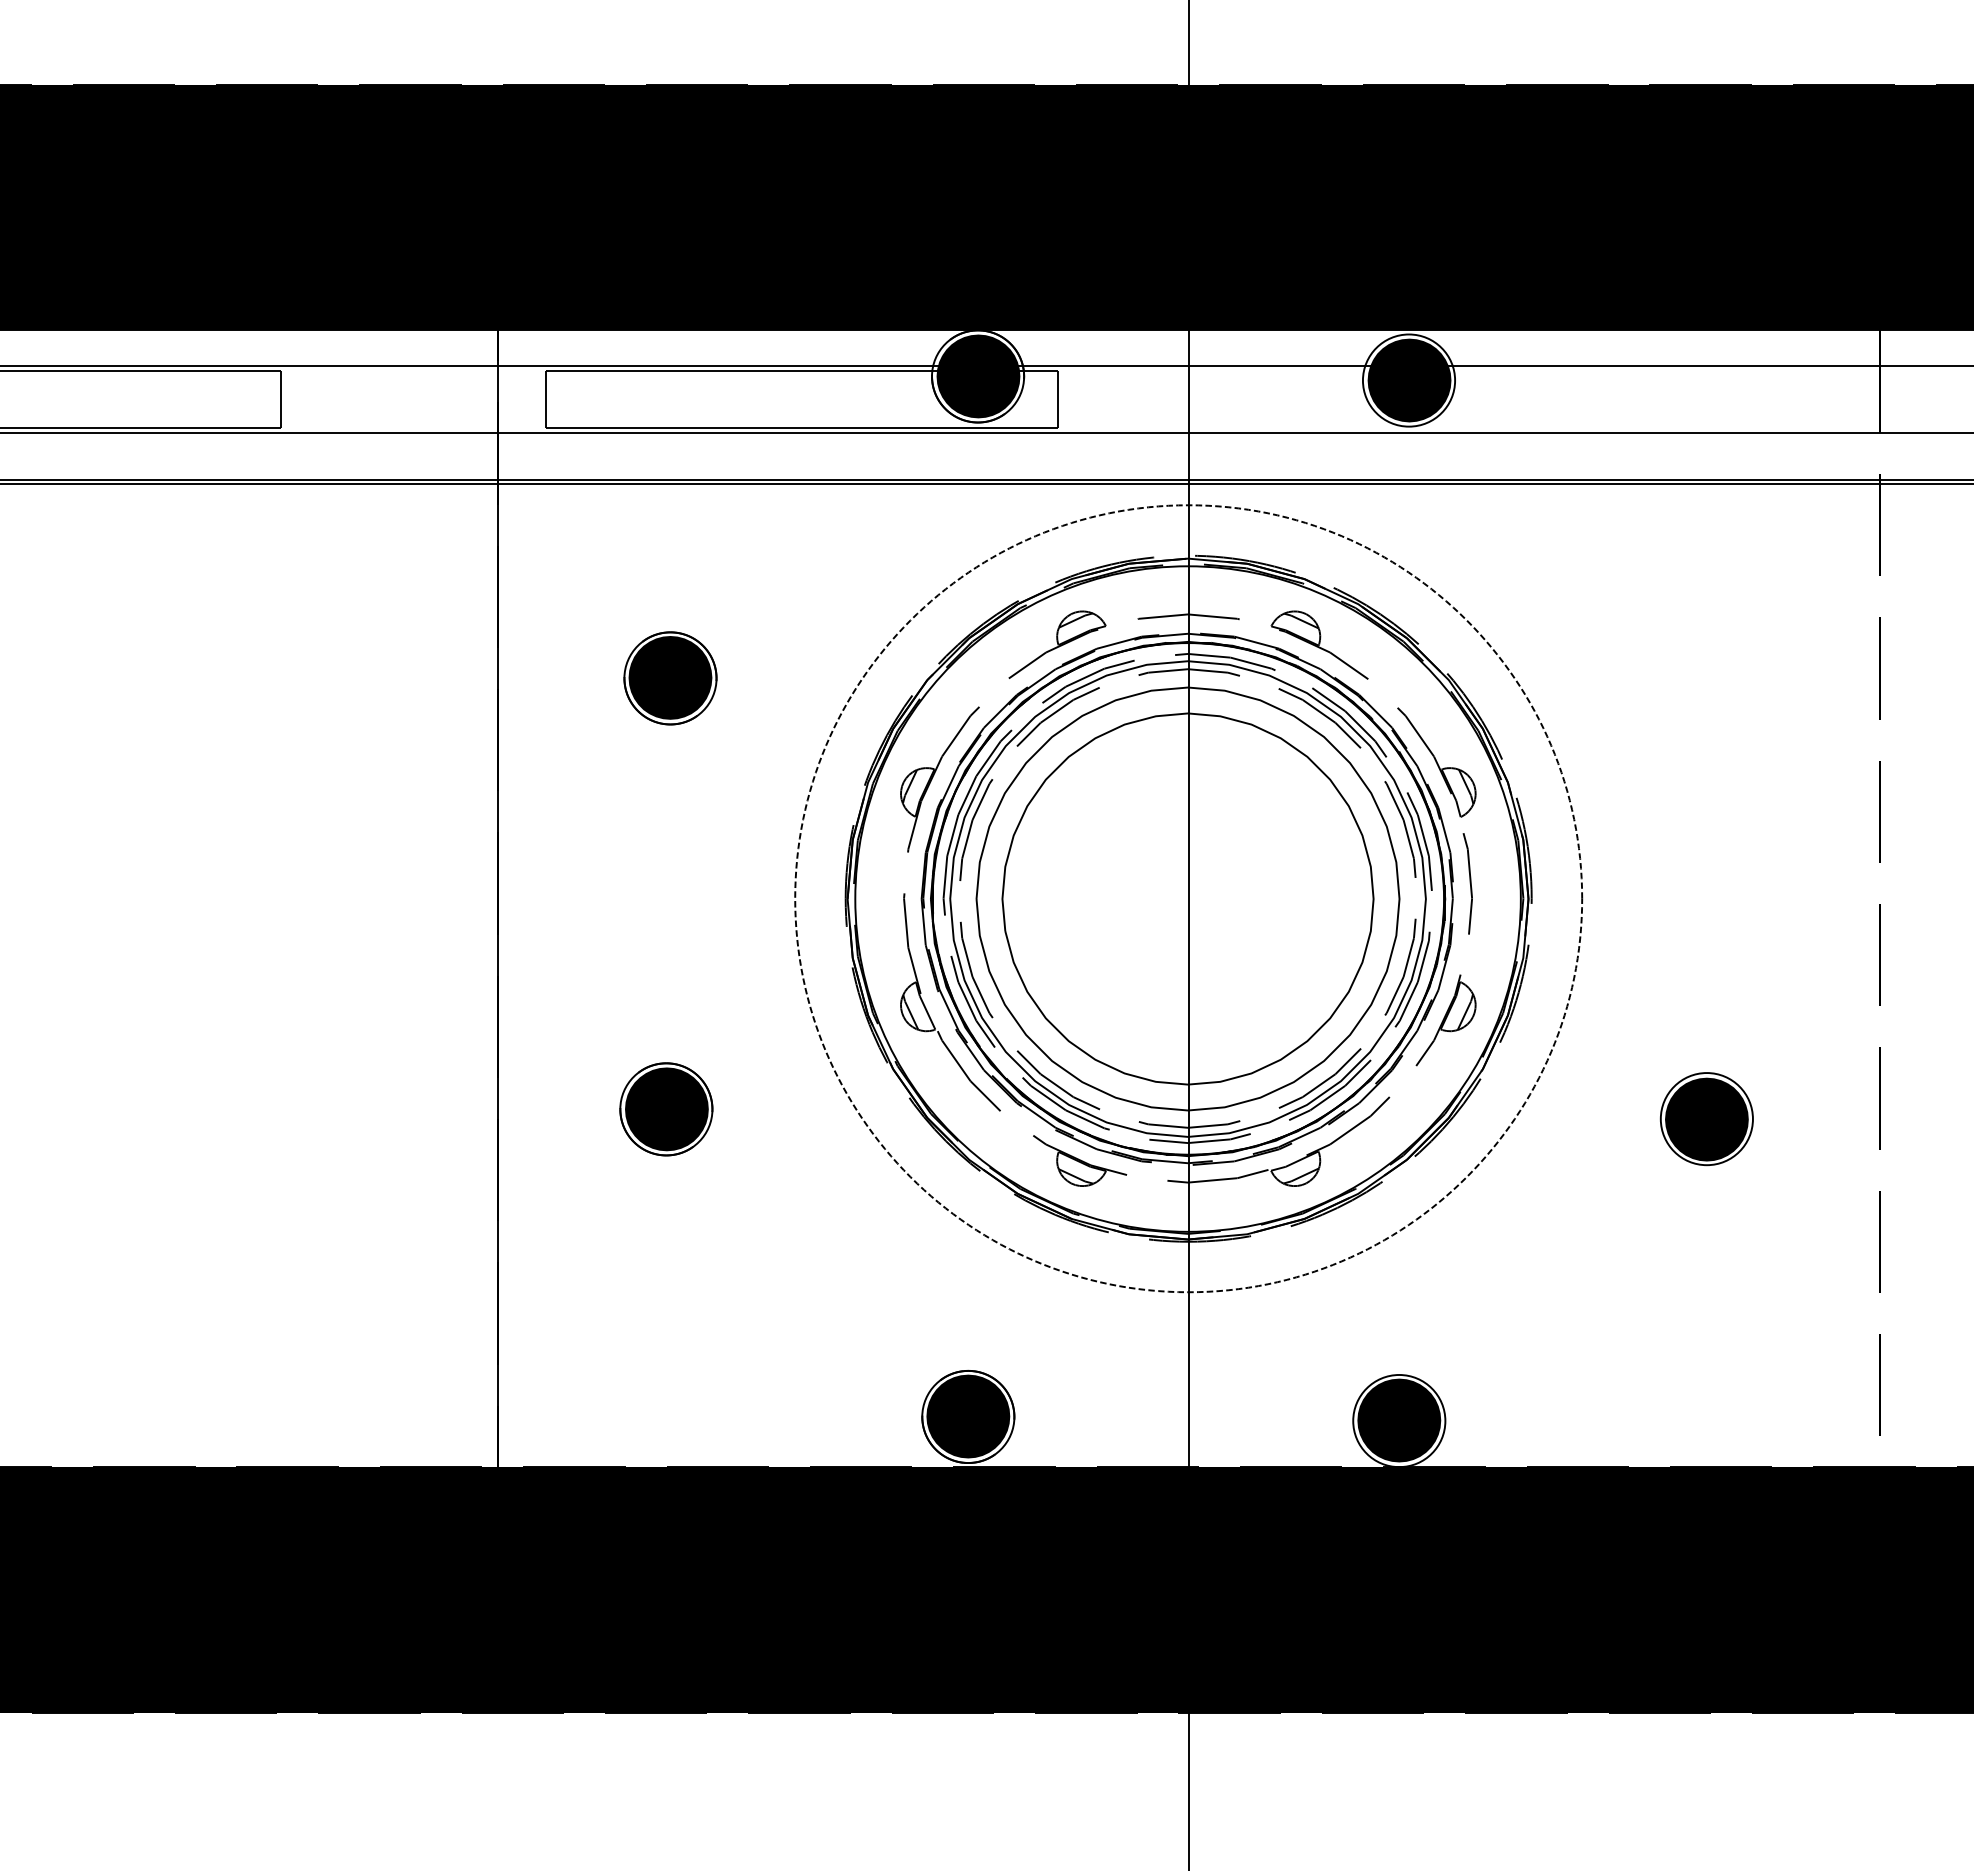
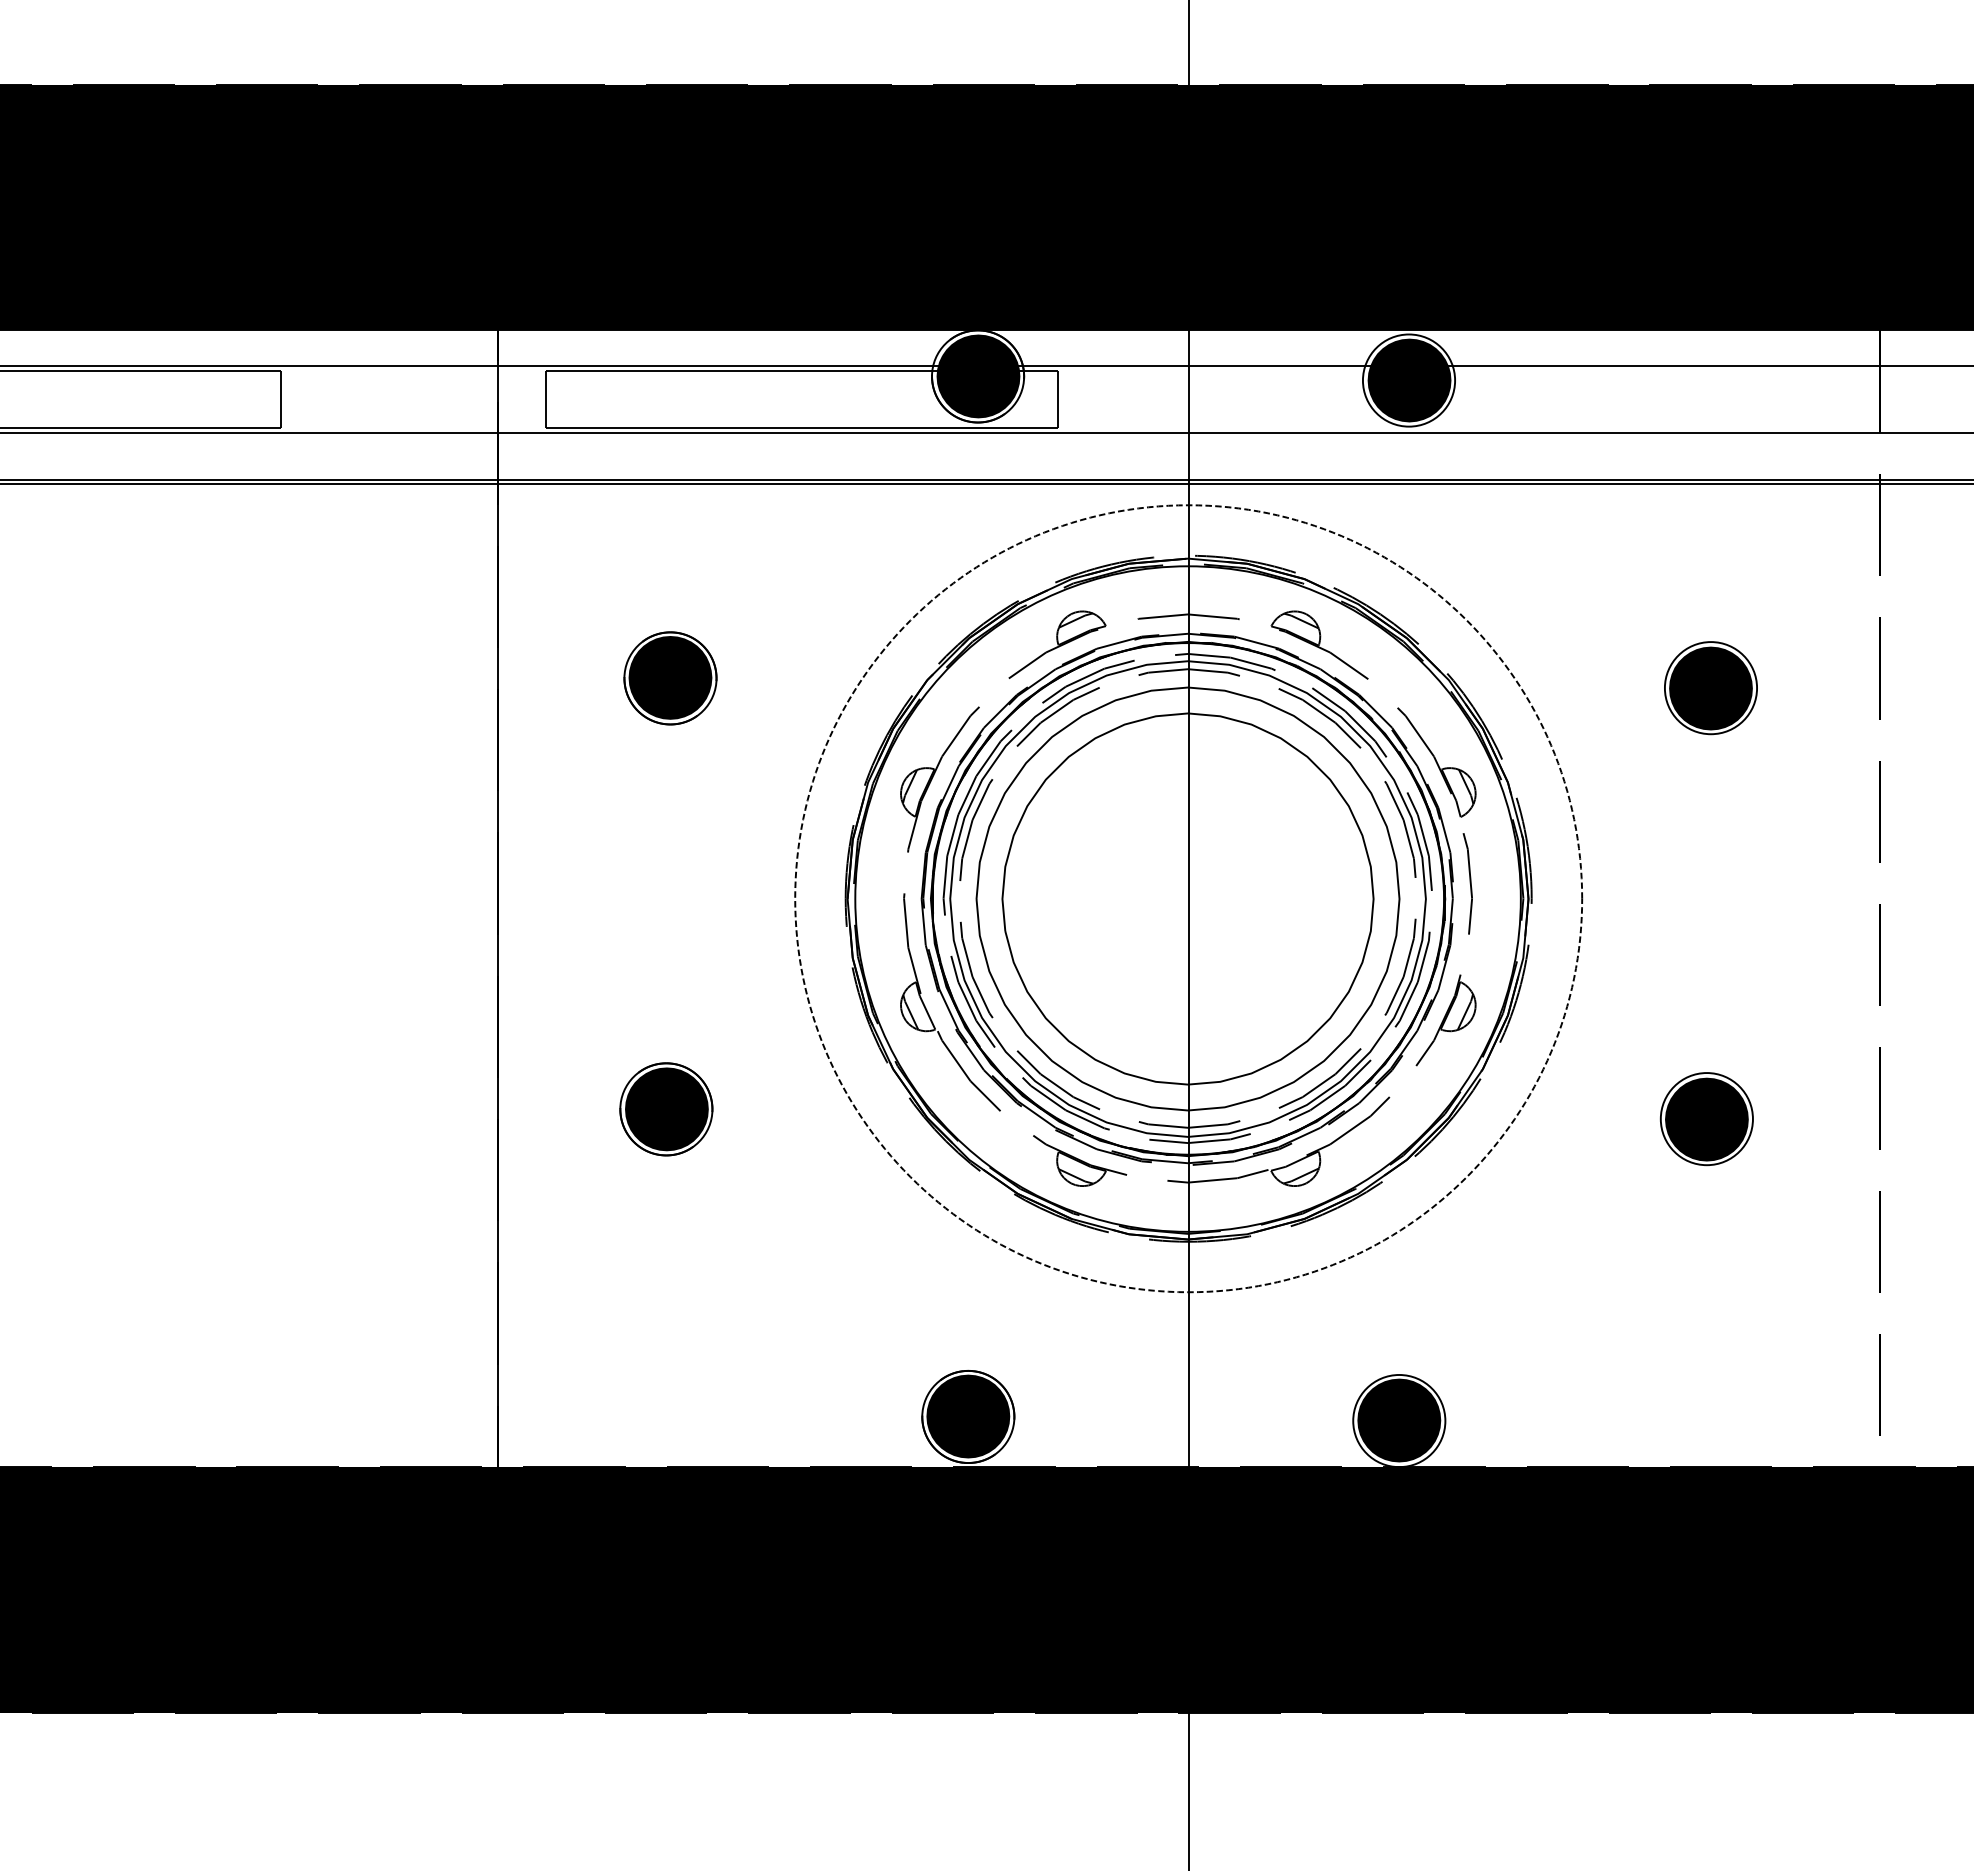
part at (1710, 688): none -> present
